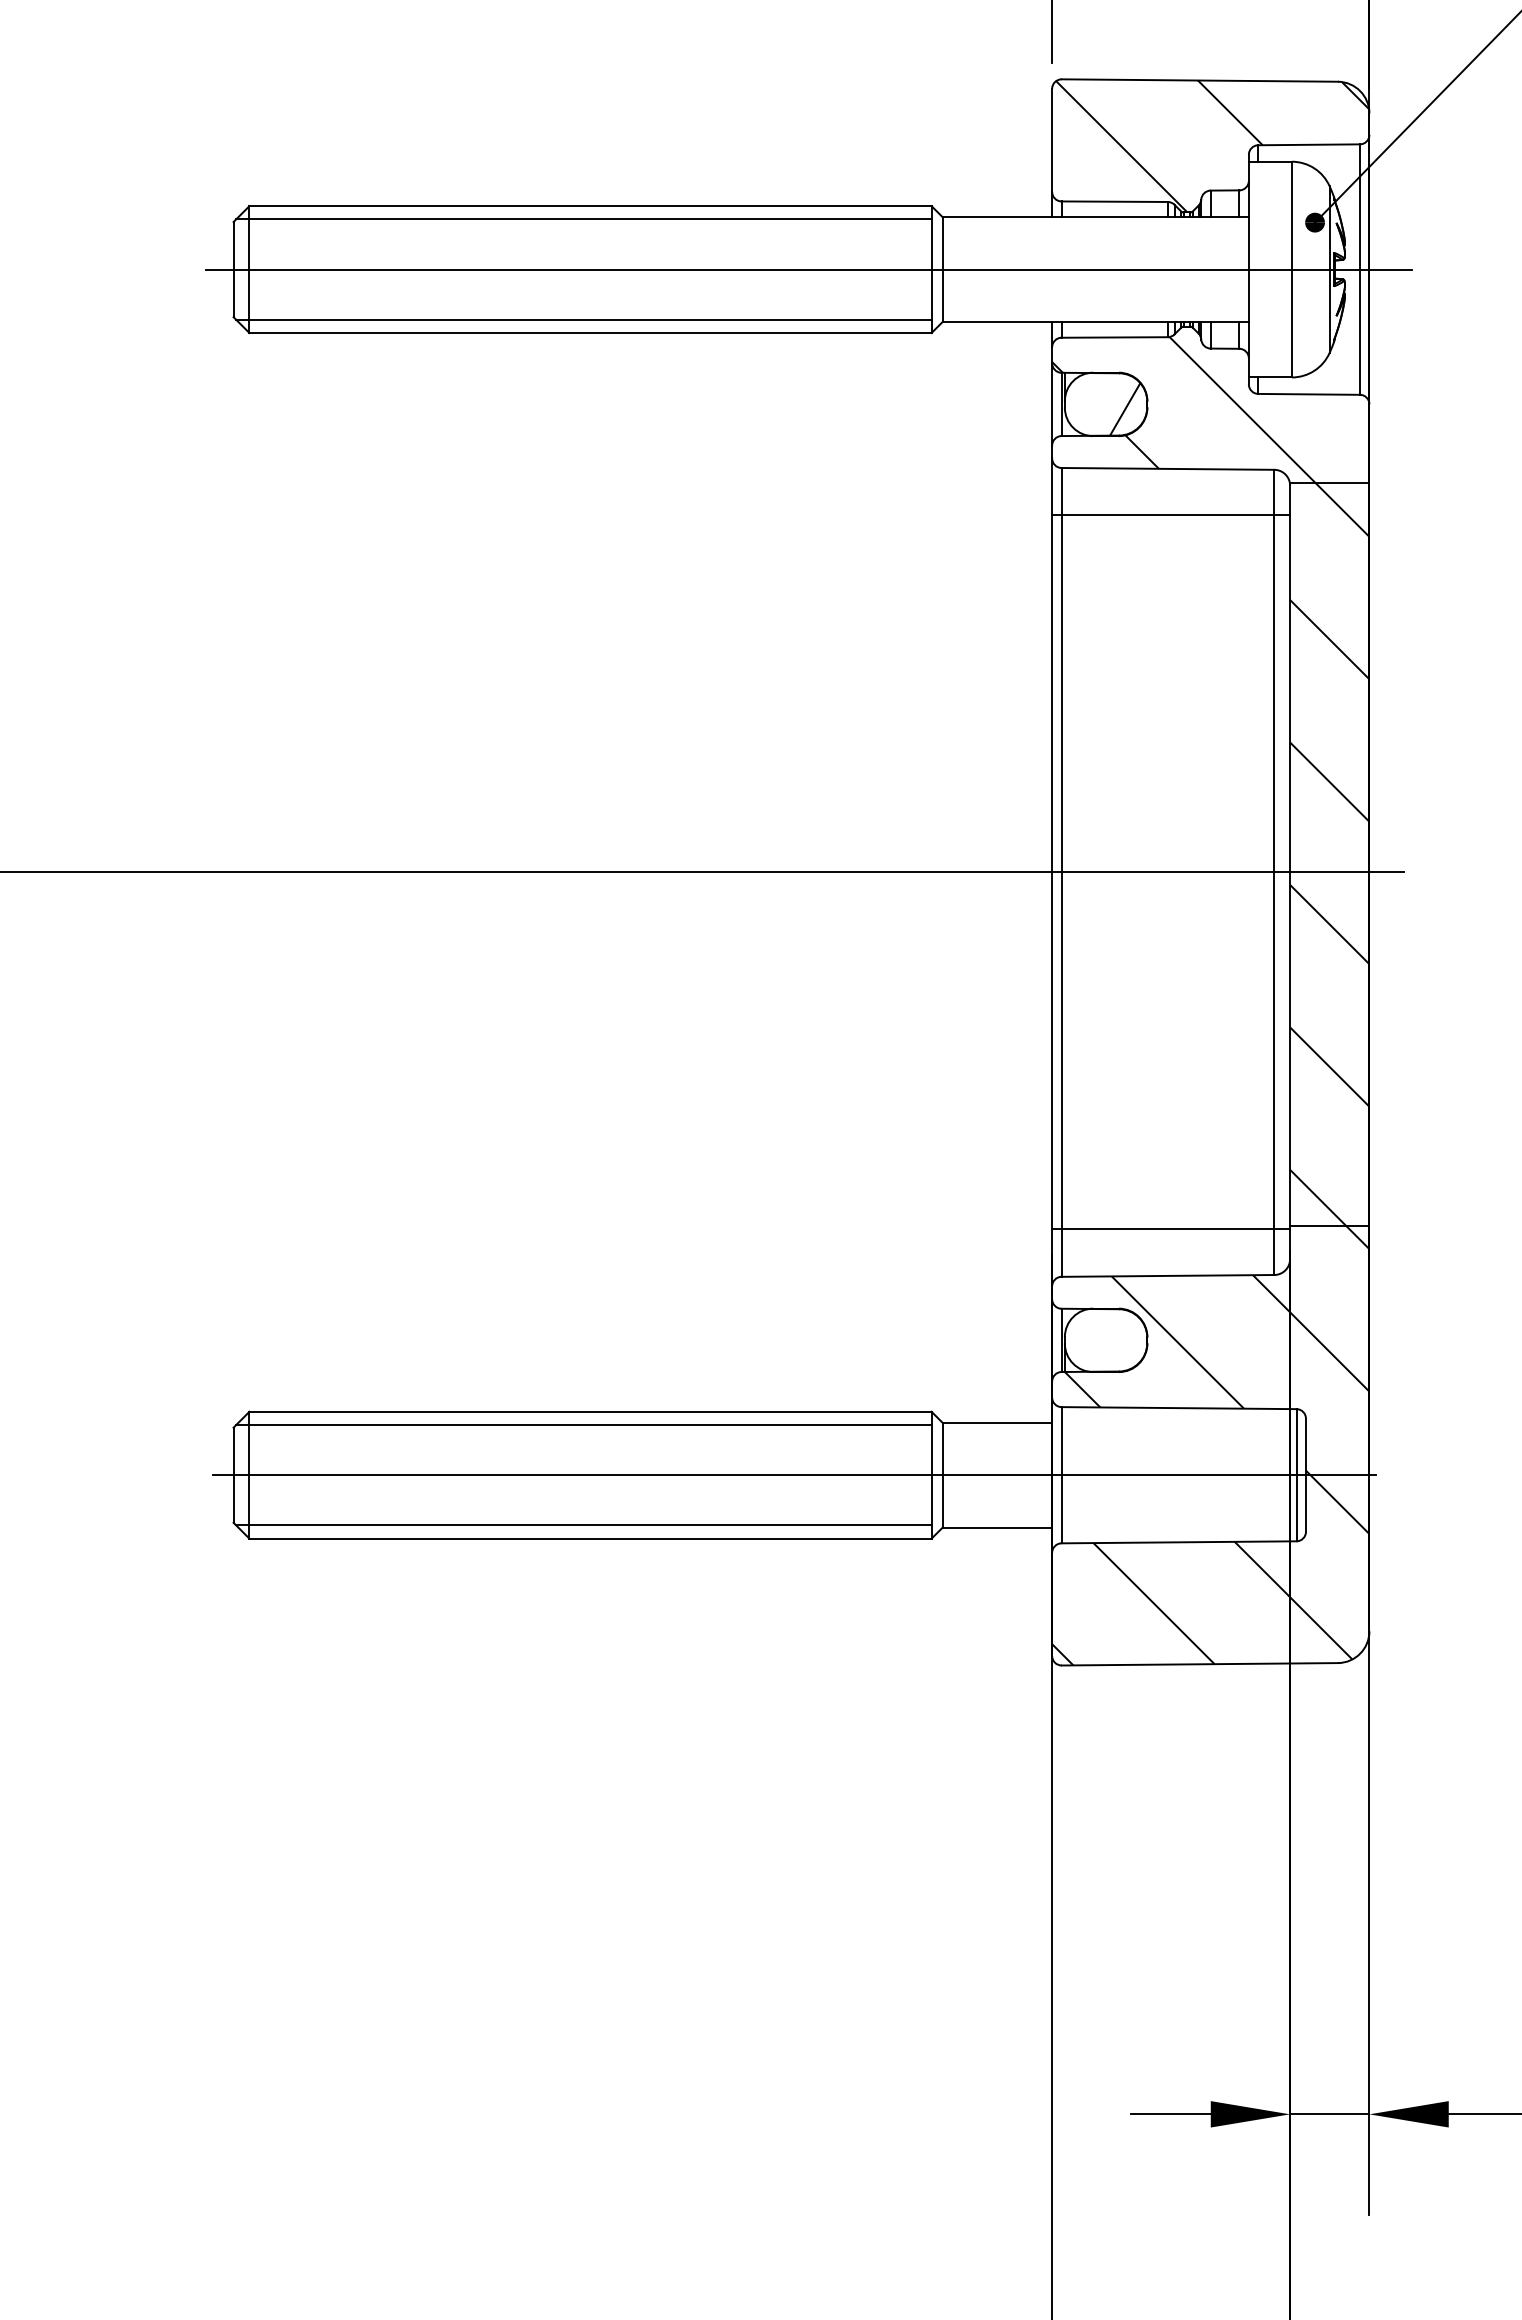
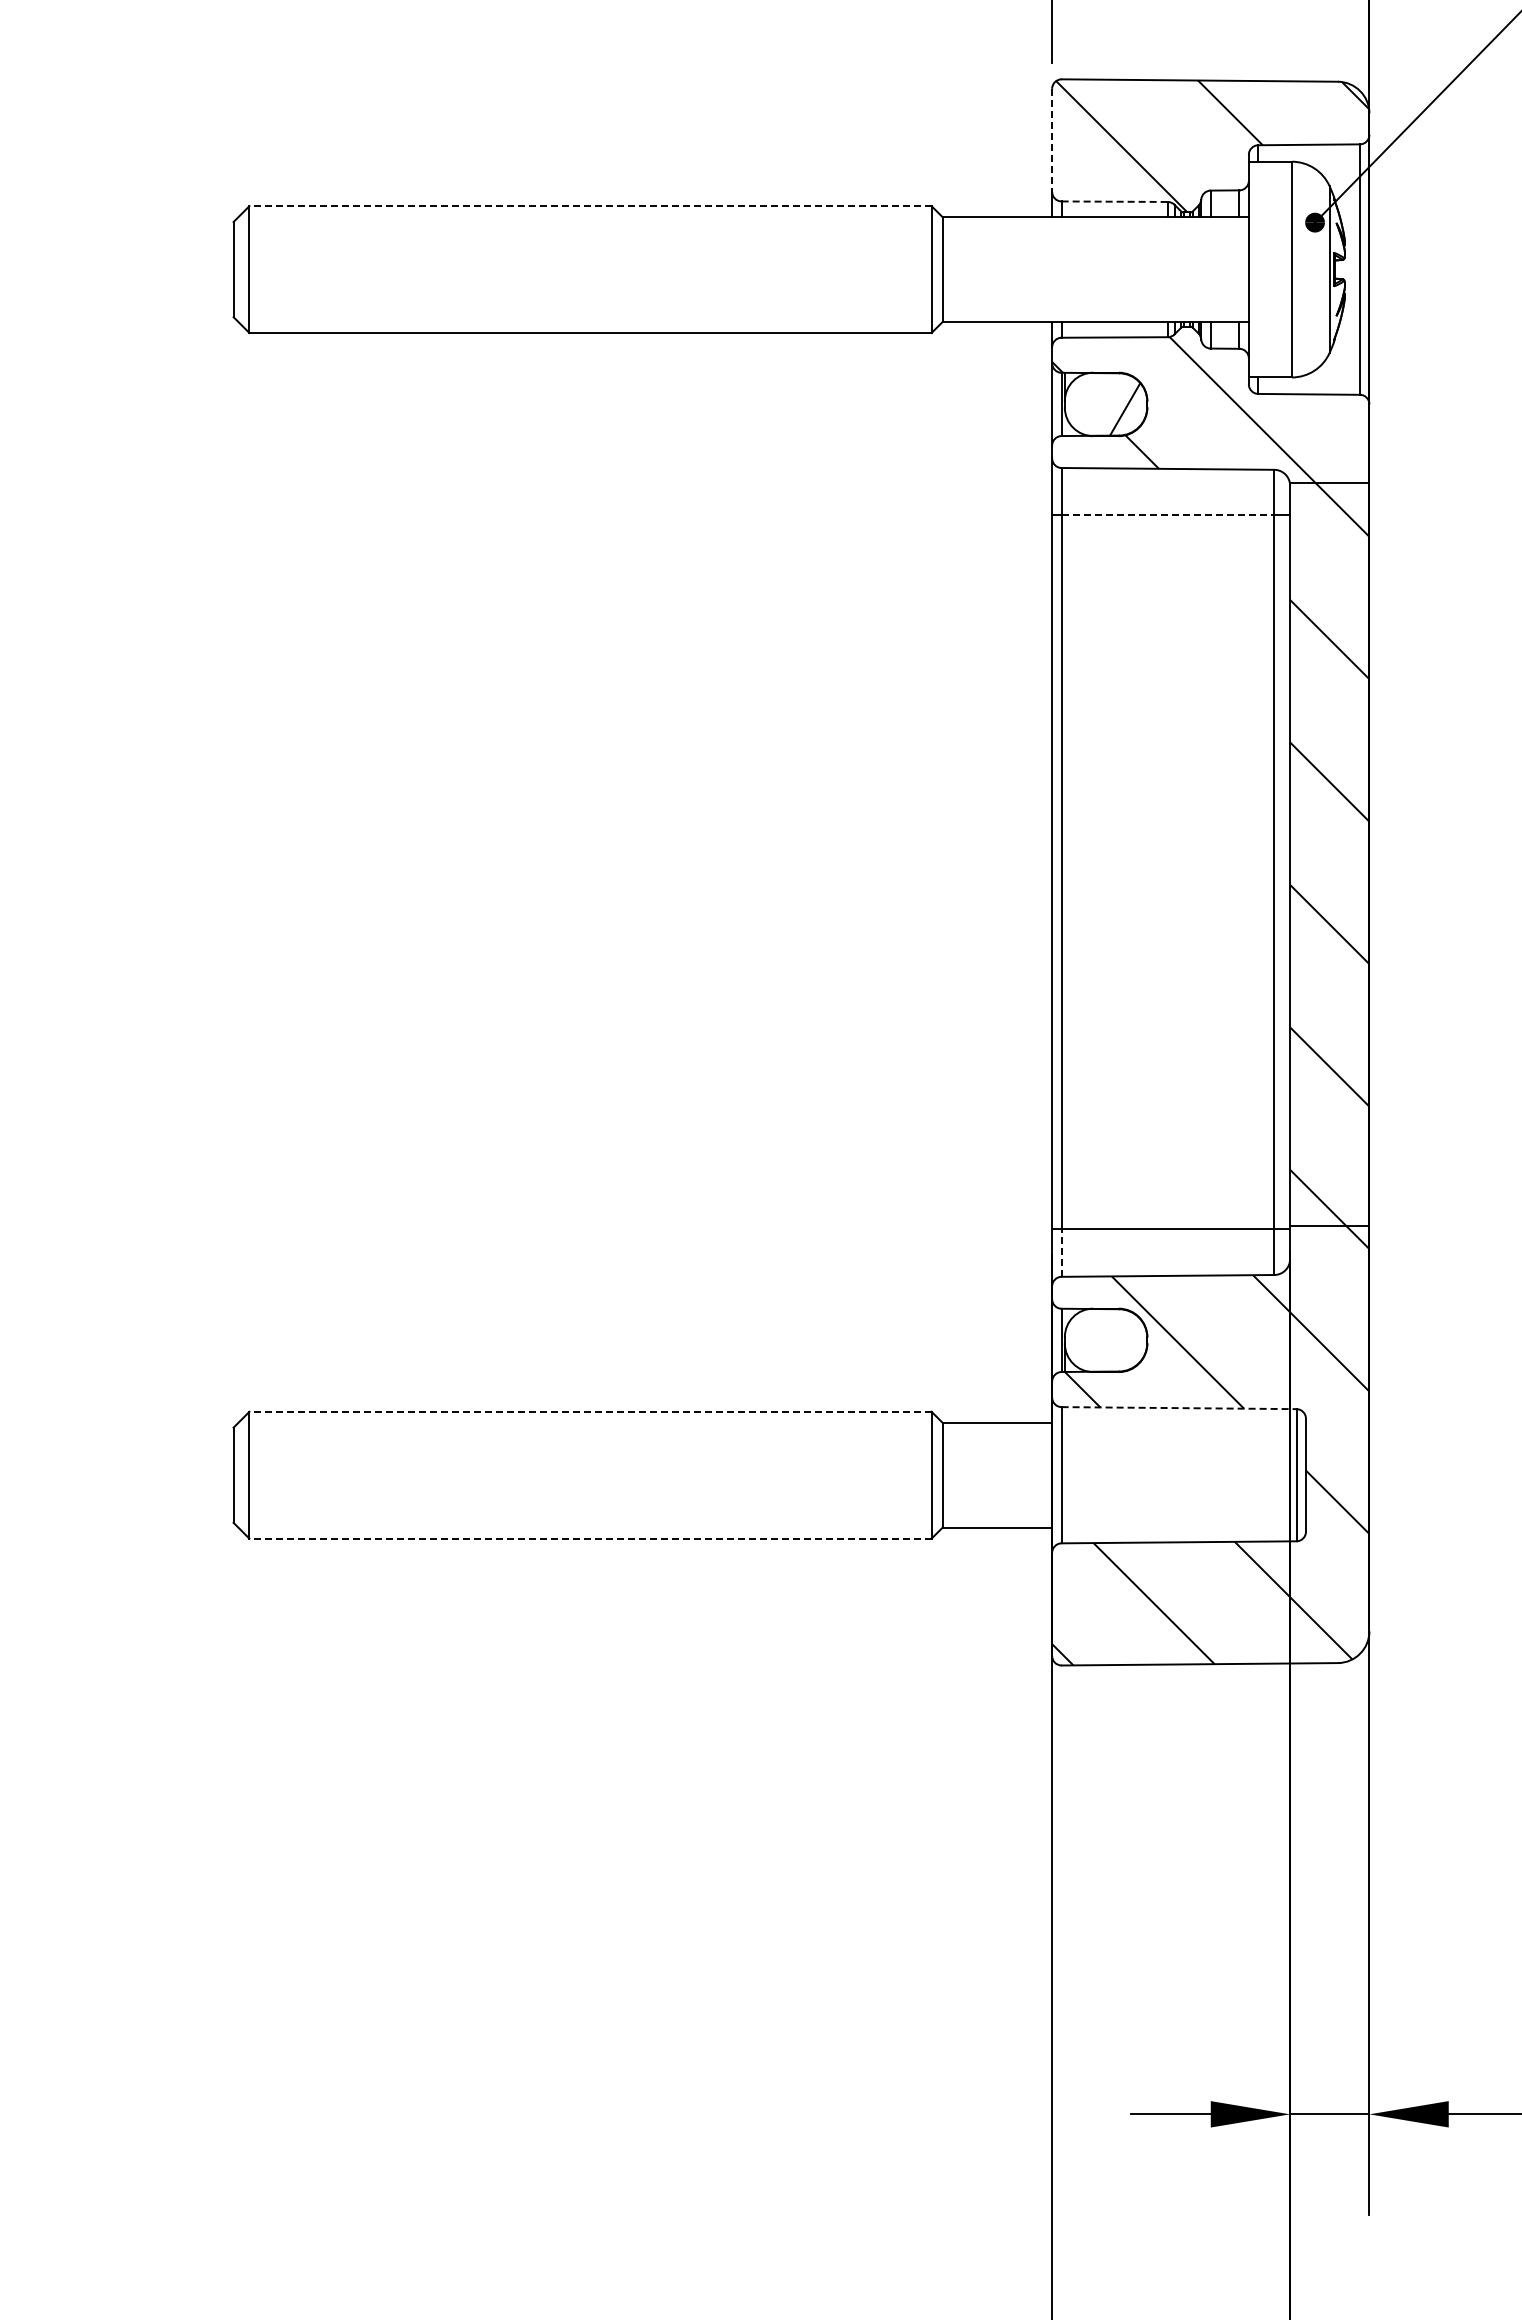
line at (1052, 140): solid -> dashed
line at (1115, 201): solid -> dashed
line at (590, 206): solid -> dashed
line at (583, 219): present -> none
line at (808, 269): present -> none
line at (583, 319): present -> none
line at (1168, 515): solid -> dashed
line at (703, 872): present -> none
line at (1061, 1253): solid -> dashed
line at (1179, 1408): solid -> dashed
line at (590, 1411): solid -> dashed
line at (583, 1425): present -> none
line at (794, 1475): present -> none
line at (583, 1525): present -> none
line at (590, 1538): solid -> dashed
